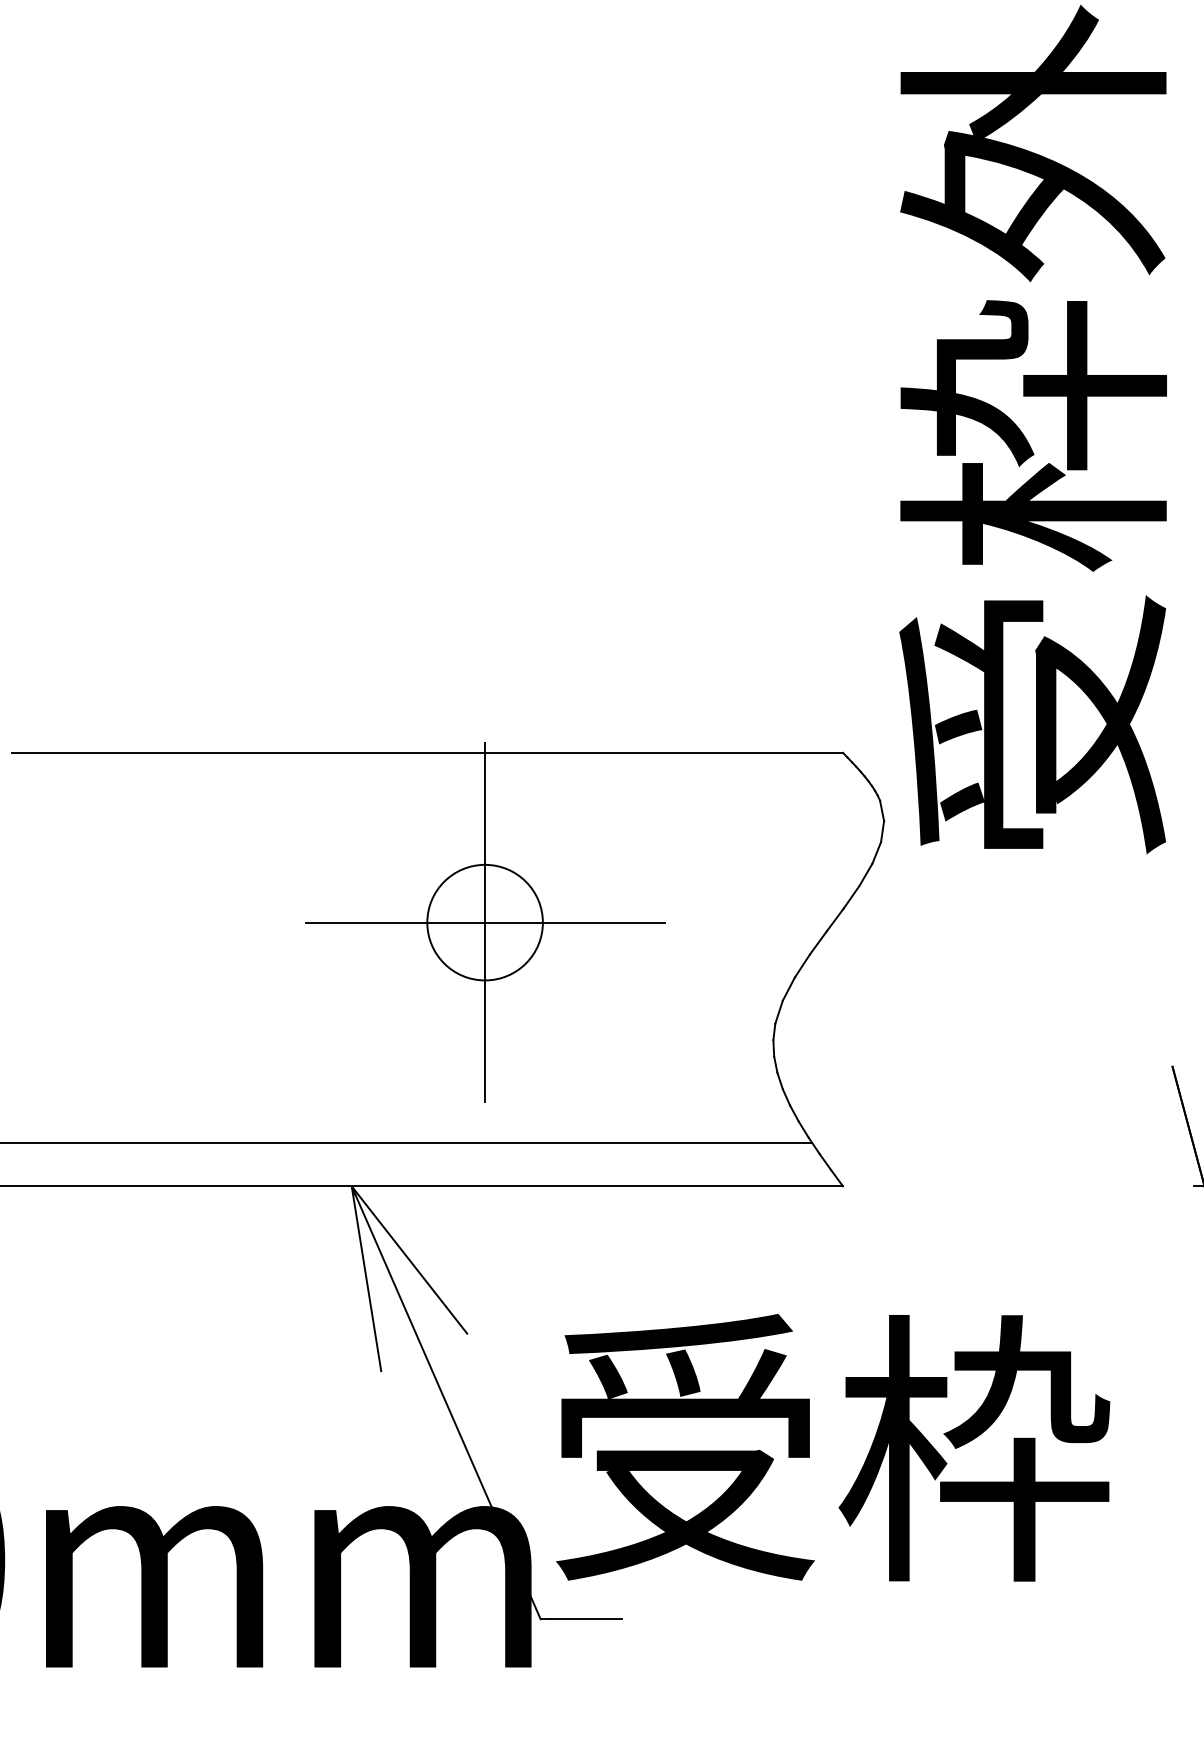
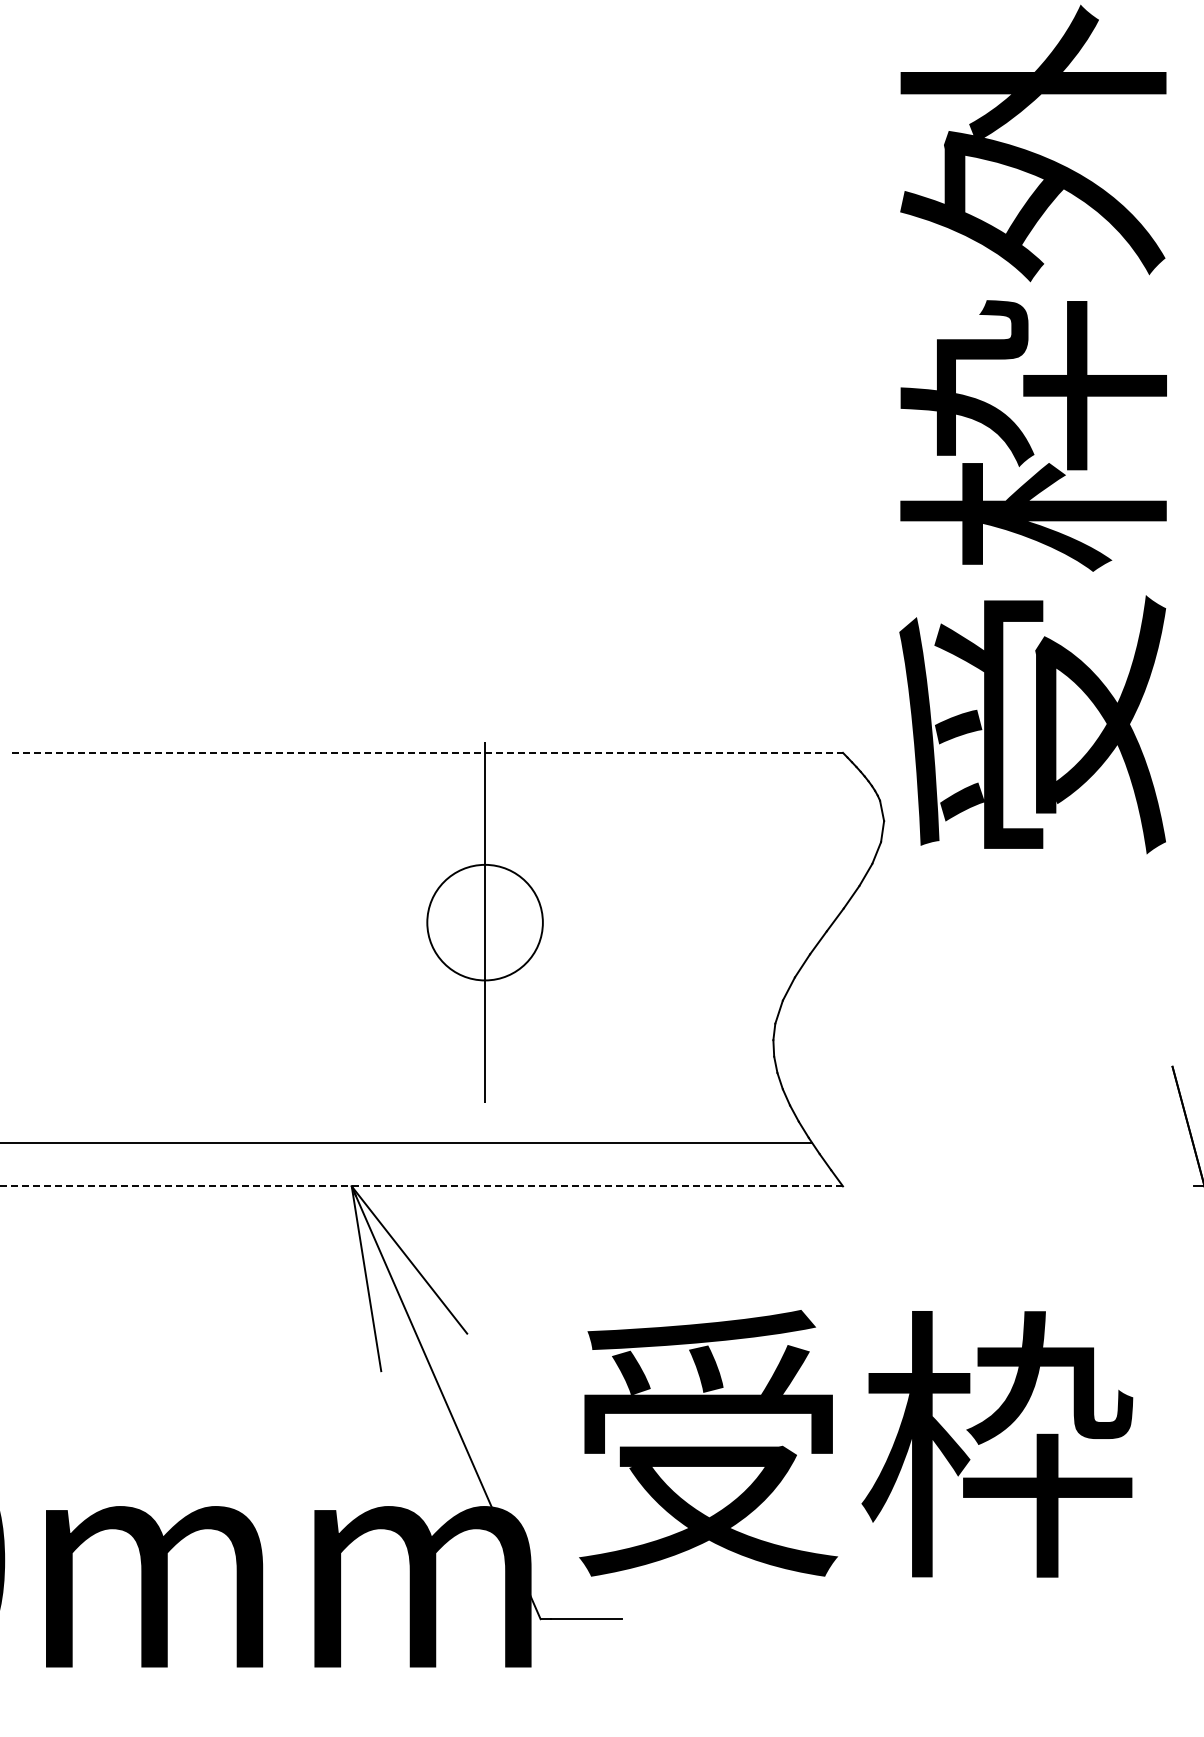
line at (428, 752): solid -> dashed
line at (484, 922): present -> none
line at (421, 1186): solid -> dashed
text at (833, 1447) position: (833, 1447) -> (856, 1443)
